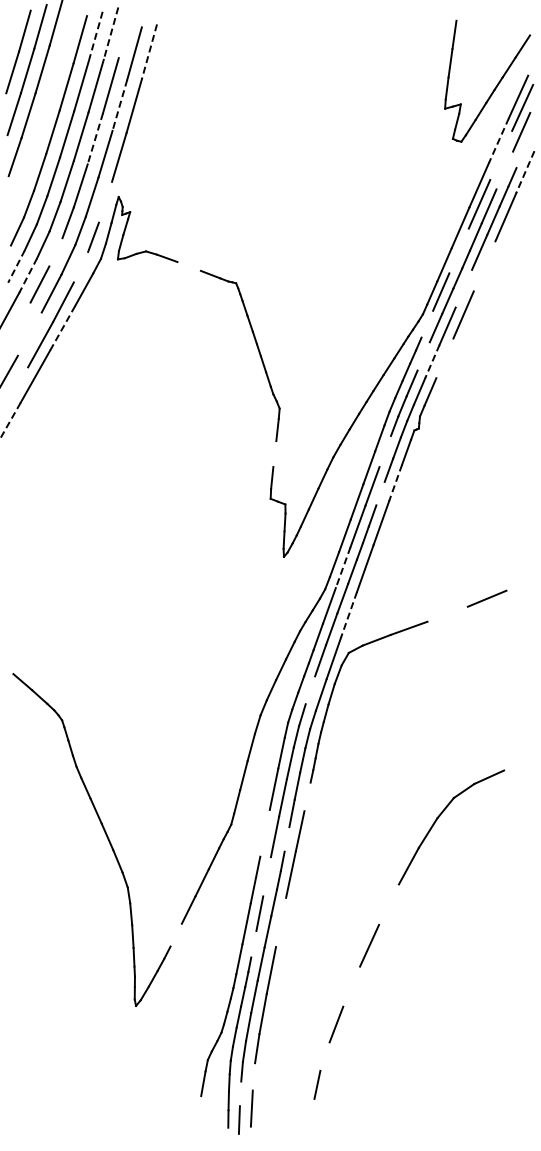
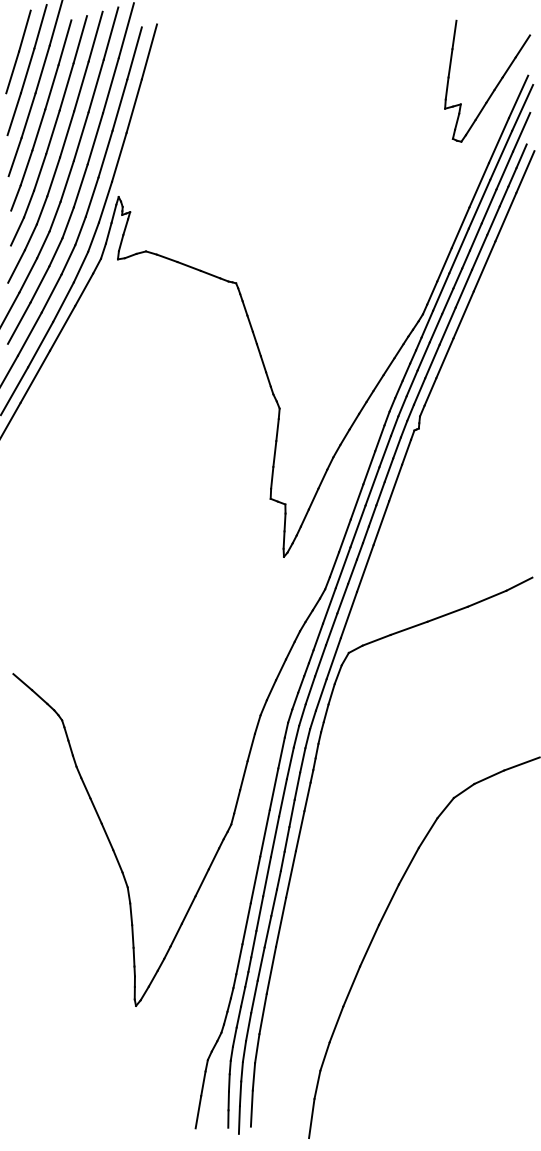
line at (125, 30): none -> present
line at (110, 34): dashed -> solid
line at (95, 36): dashed -> solid
line at (149, 52): dashed -> solid
line at (119, 105): dashed -> solid
part at (41, 115): none -> present
line at (95, 138): dashed -> solid
line at (498, 140): dashed -> solid
line at (501, 154): none -> present
line at (521, 156): none -> present
line at (504, 170): none -> present
line at (525, 172): dashed -> solid
line at (105, 201): none -> present
line at (458, 250): none -> present
line at (55, 252): none -> present
line at (16, 266): dashed -> solid
line at (80, 266): none -> present
line at (188, 266): none -> present
line at (484, 266): none -> present
line at (28, 275): dashed -> solid
line at (463, 288): none -> present
line at (18, 322): none -> present
line at (427, 323): none -> present
line at (62, 328): dashed -> solid
line at (29, 333): none -> present
line at (423, 356): none -> present
line at (444, 358): none -> present
line at (432, 362): dashed -> solid
line at (15, 389): none -> present
line at (10, 420): dashed -> solid
line at (384, 451): none -> present
line at (274, 453): none -> present
line at (395, 483): dashed -> solid
line at (380, 493): none -> present
line at (343, 567): dashed -> solid
line at (519, 583): none -> present
line at (447, 613): none -> present
line at (348, 615): dashed -> solid
line at (310, 690): none -> present
line at (520, 764): none -> present
line at (307, 796): none -> present
line at (264, 832): none -> present
line at (286, 839): none -> present
line at (266, 876): none -> present
line at (388, 904): none -> present
line at (281, 921): none -> present
line at (175, 934): none -> present
line at (253, 944): none -> present
line at (351, 986): none -> present
line at (324, 1056): none -> present
line at (253, 1076): none -> present
line at (240, 1093): none -> present
line at (198, 1112): none -> present
line at (311, 1118): none -> present
